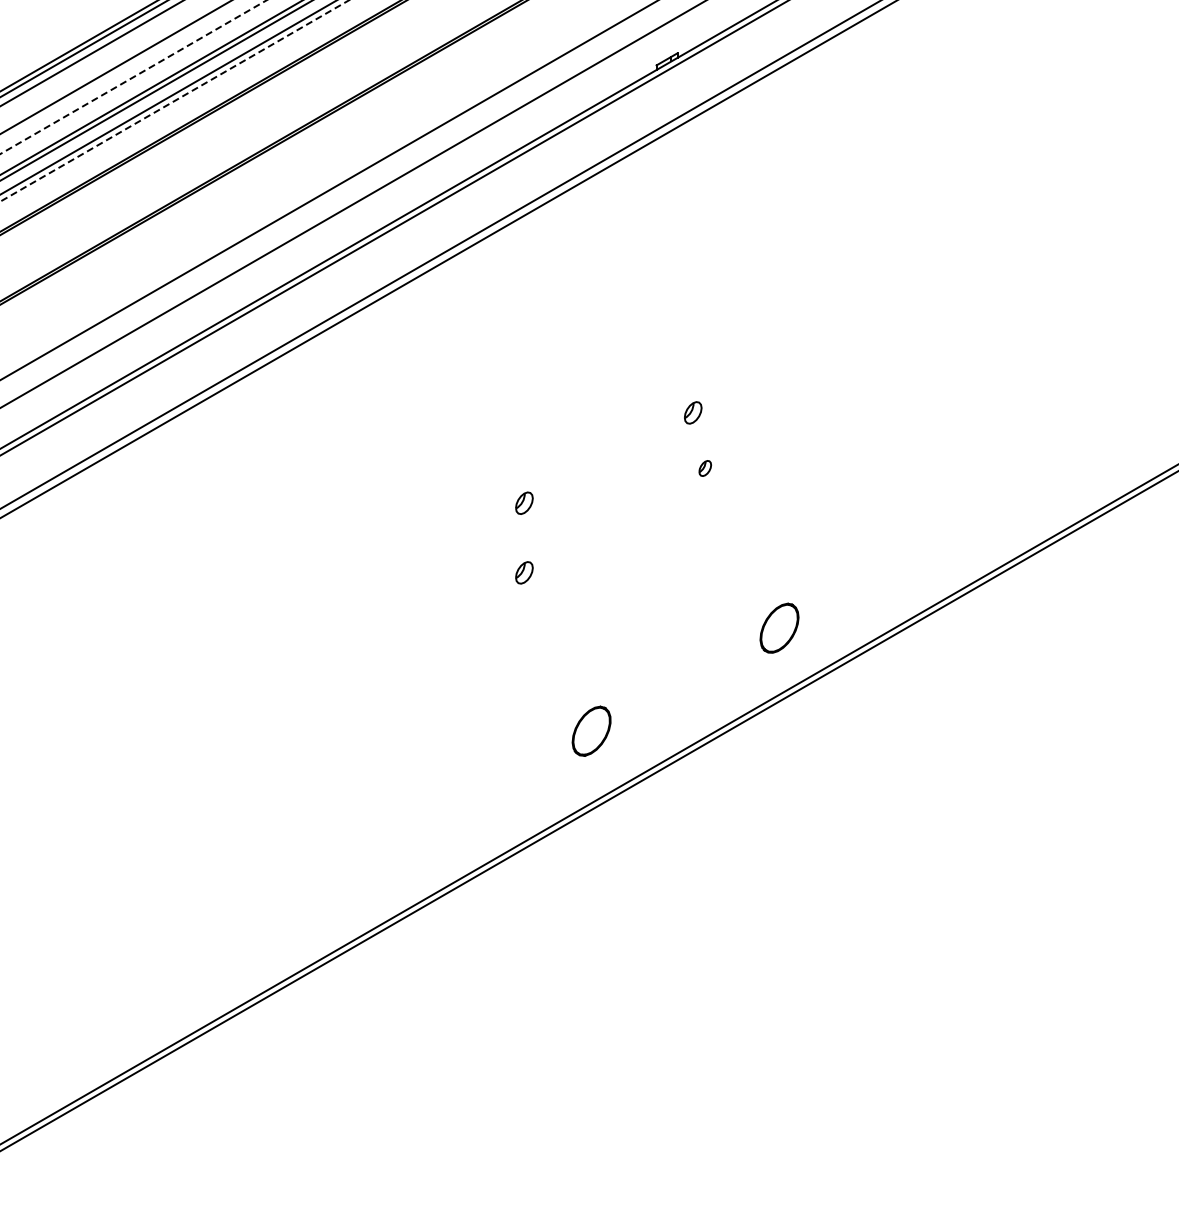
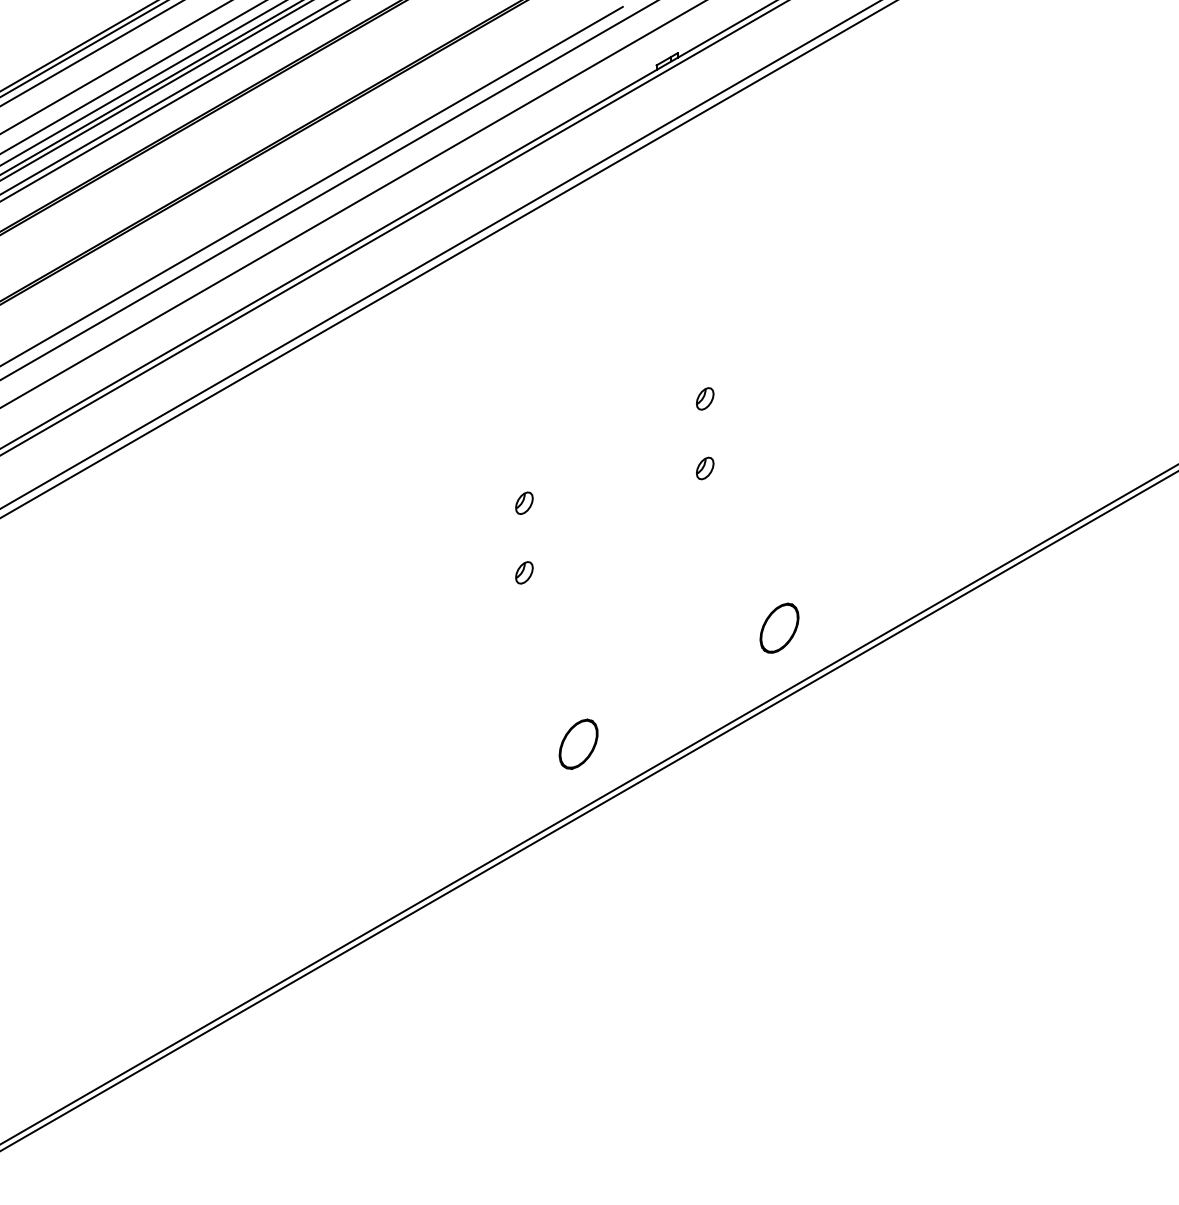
line at (133, 77): dashed -> solid
line at (142, 83): none -> present
line at (174, 100): dashed -> solid
line at (312, 185): none -> present
part at (693, 412) position: (693, 412) -> (705, 398)
part at (704, 468) size: 14x17 px -> 19x25 px
part at (591, 730) position: (591, 730) -> (578, 743)
